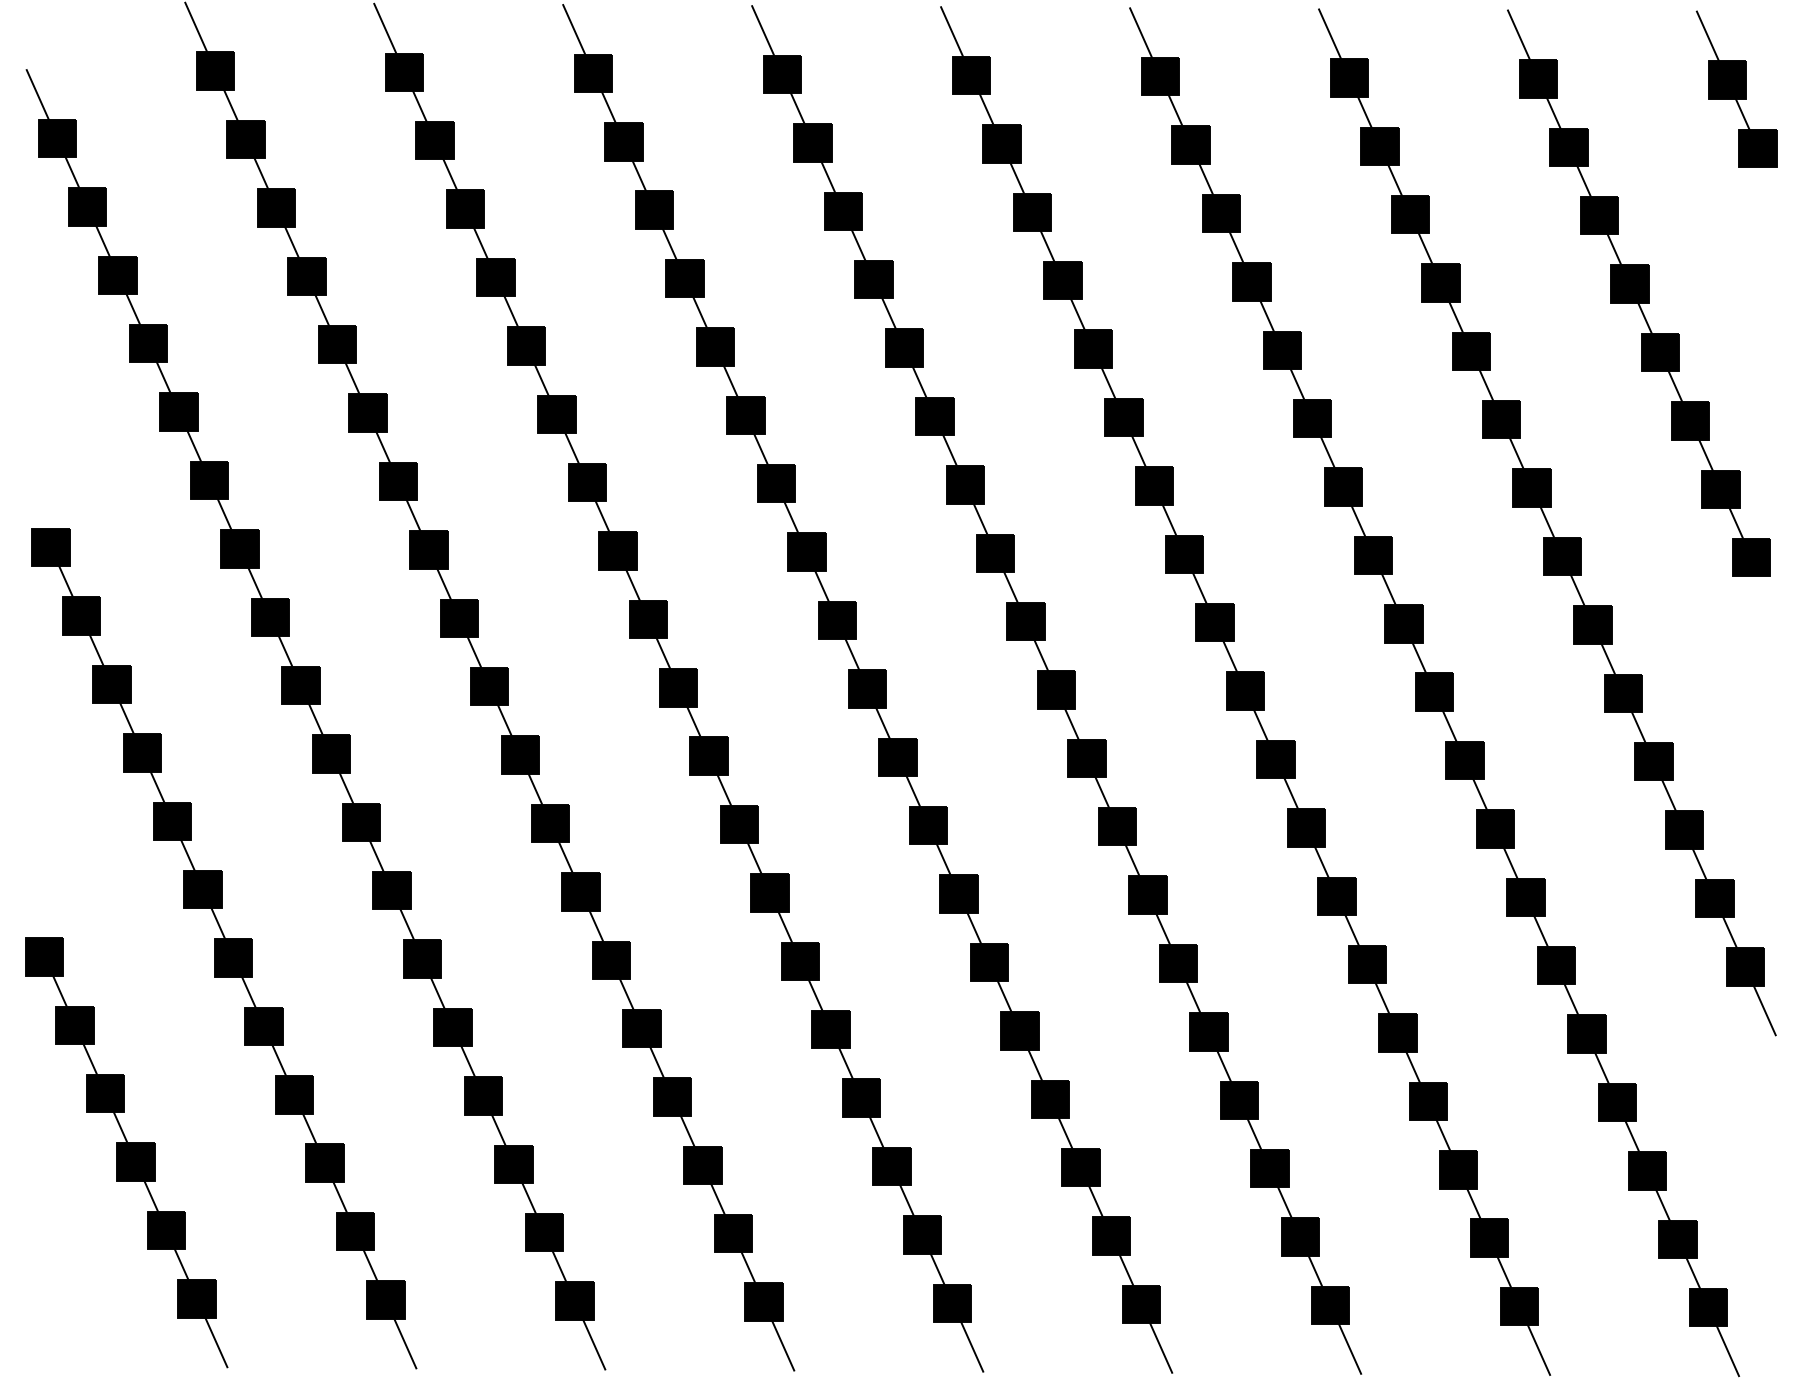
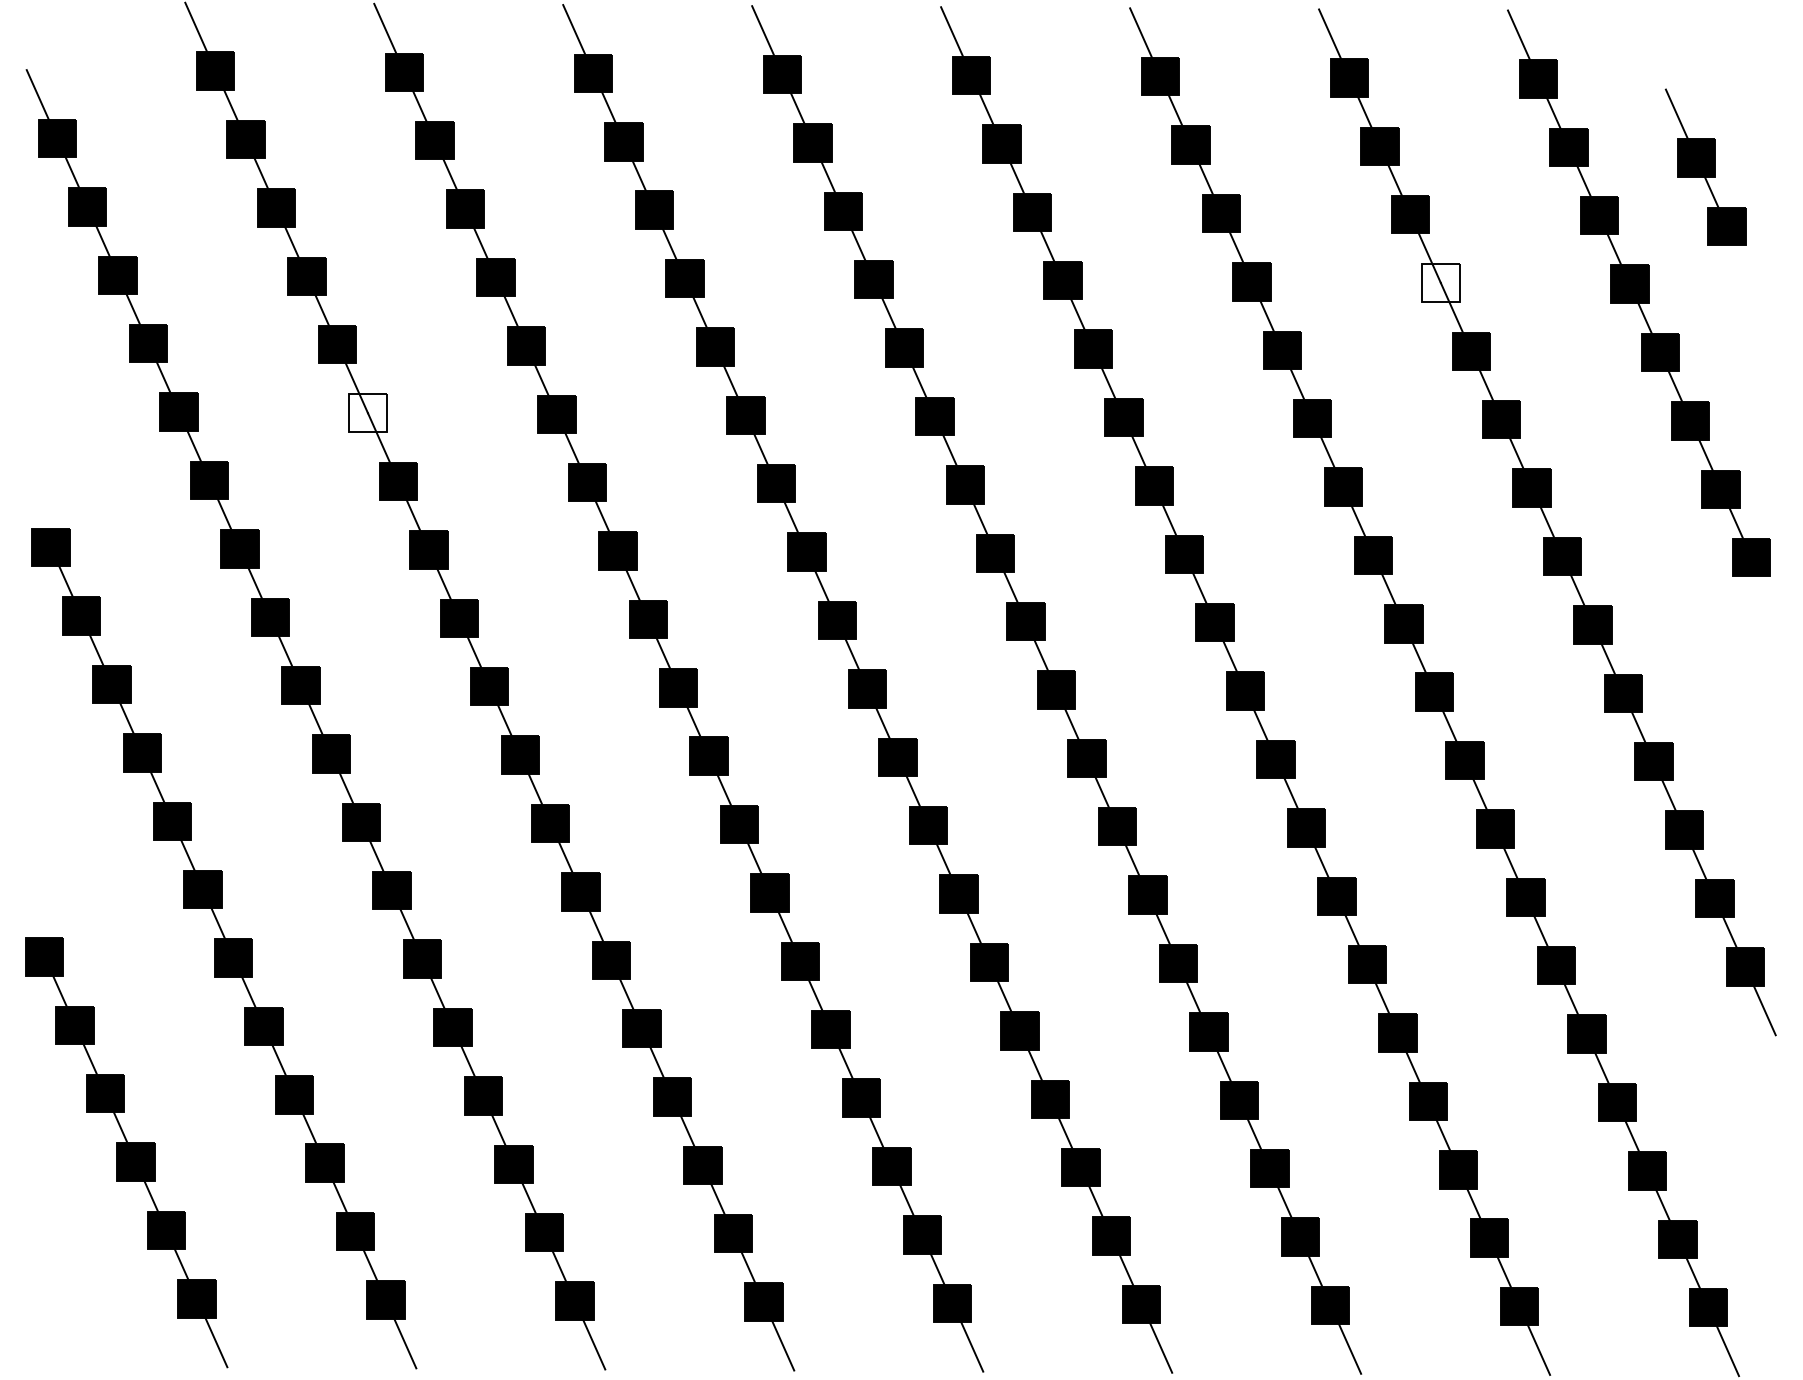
part at (1736, 88) position: (1736, 88) -> (1705, 166)
fill at (1440, 282): present -> none
fill at (367, 412): present -> none
